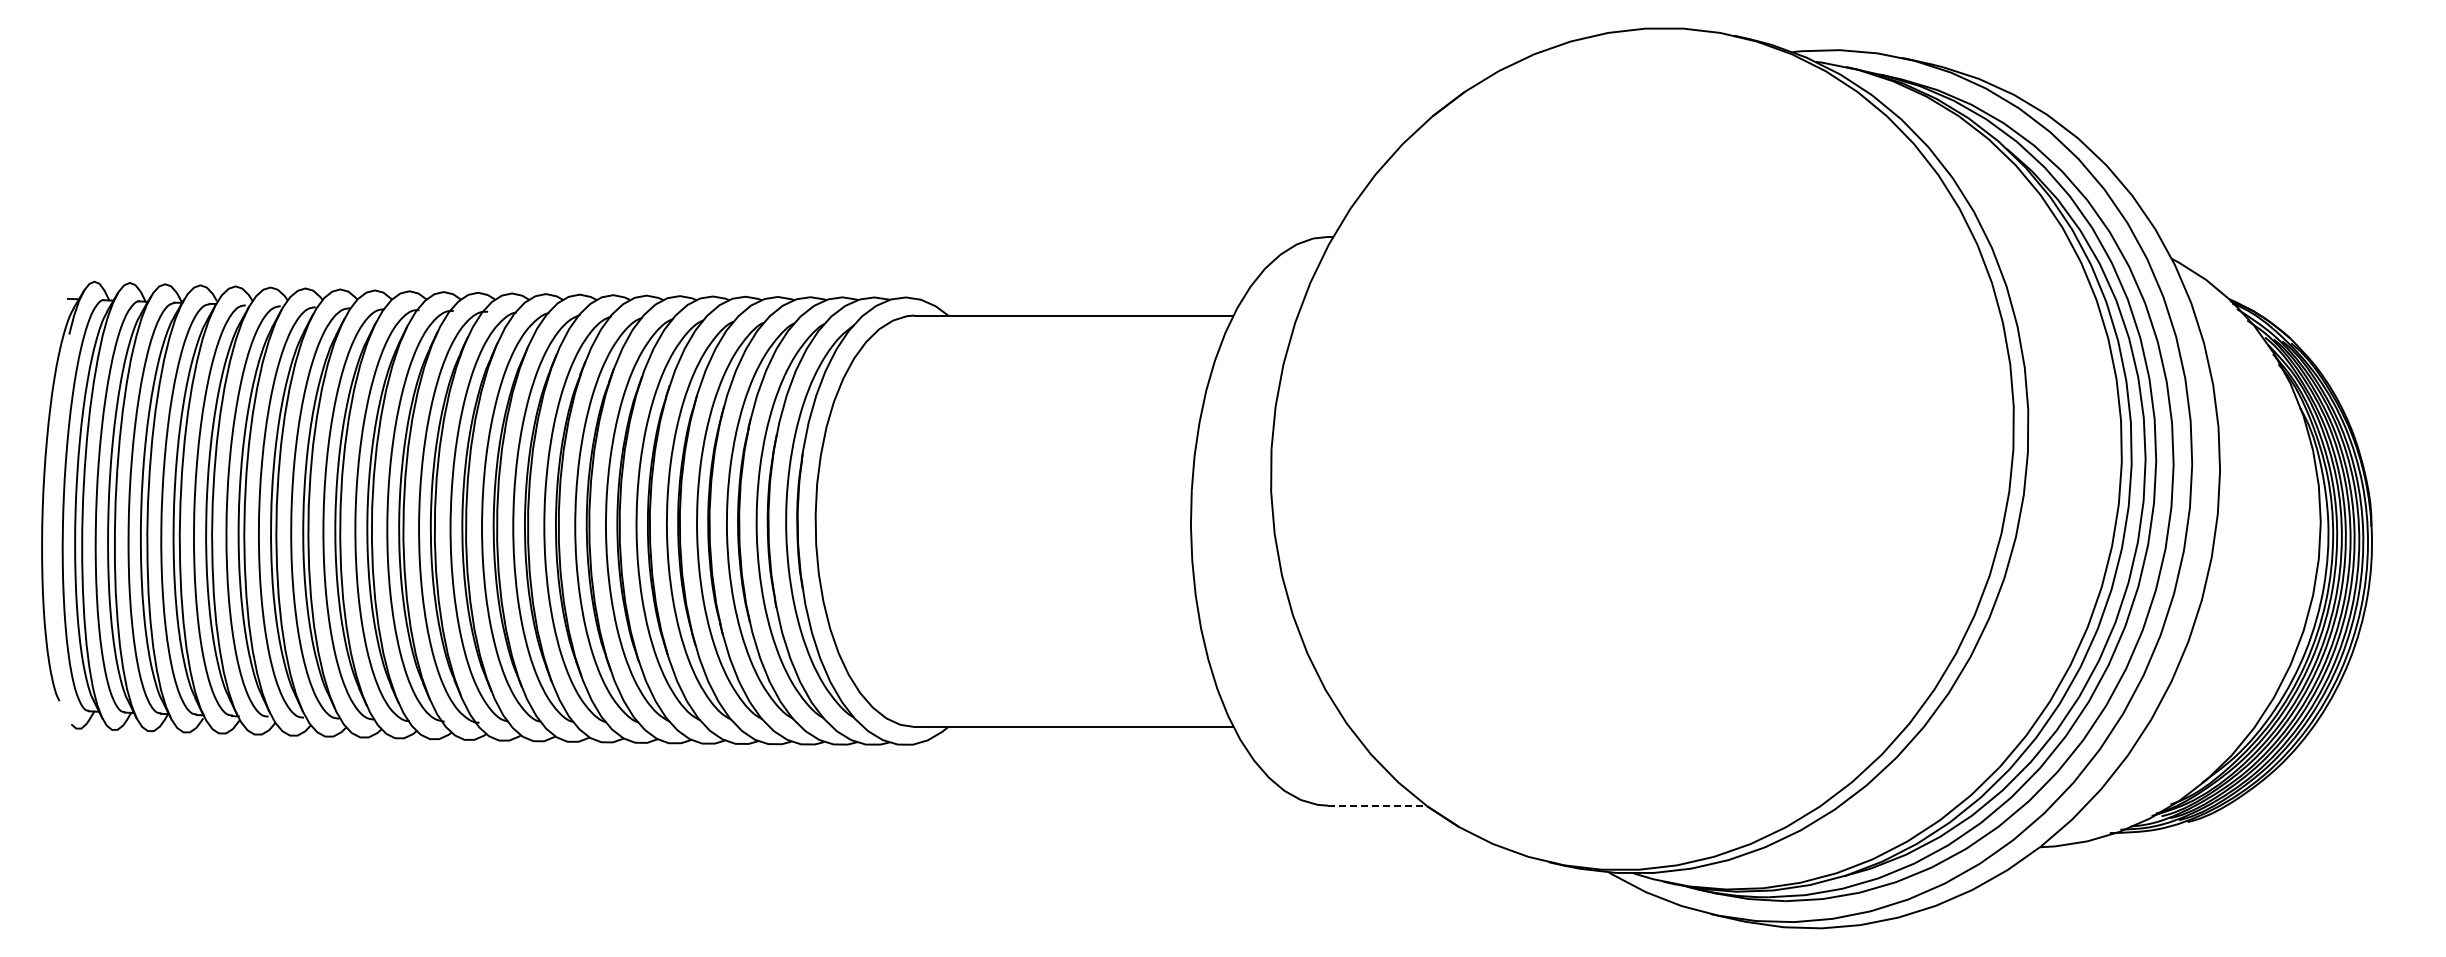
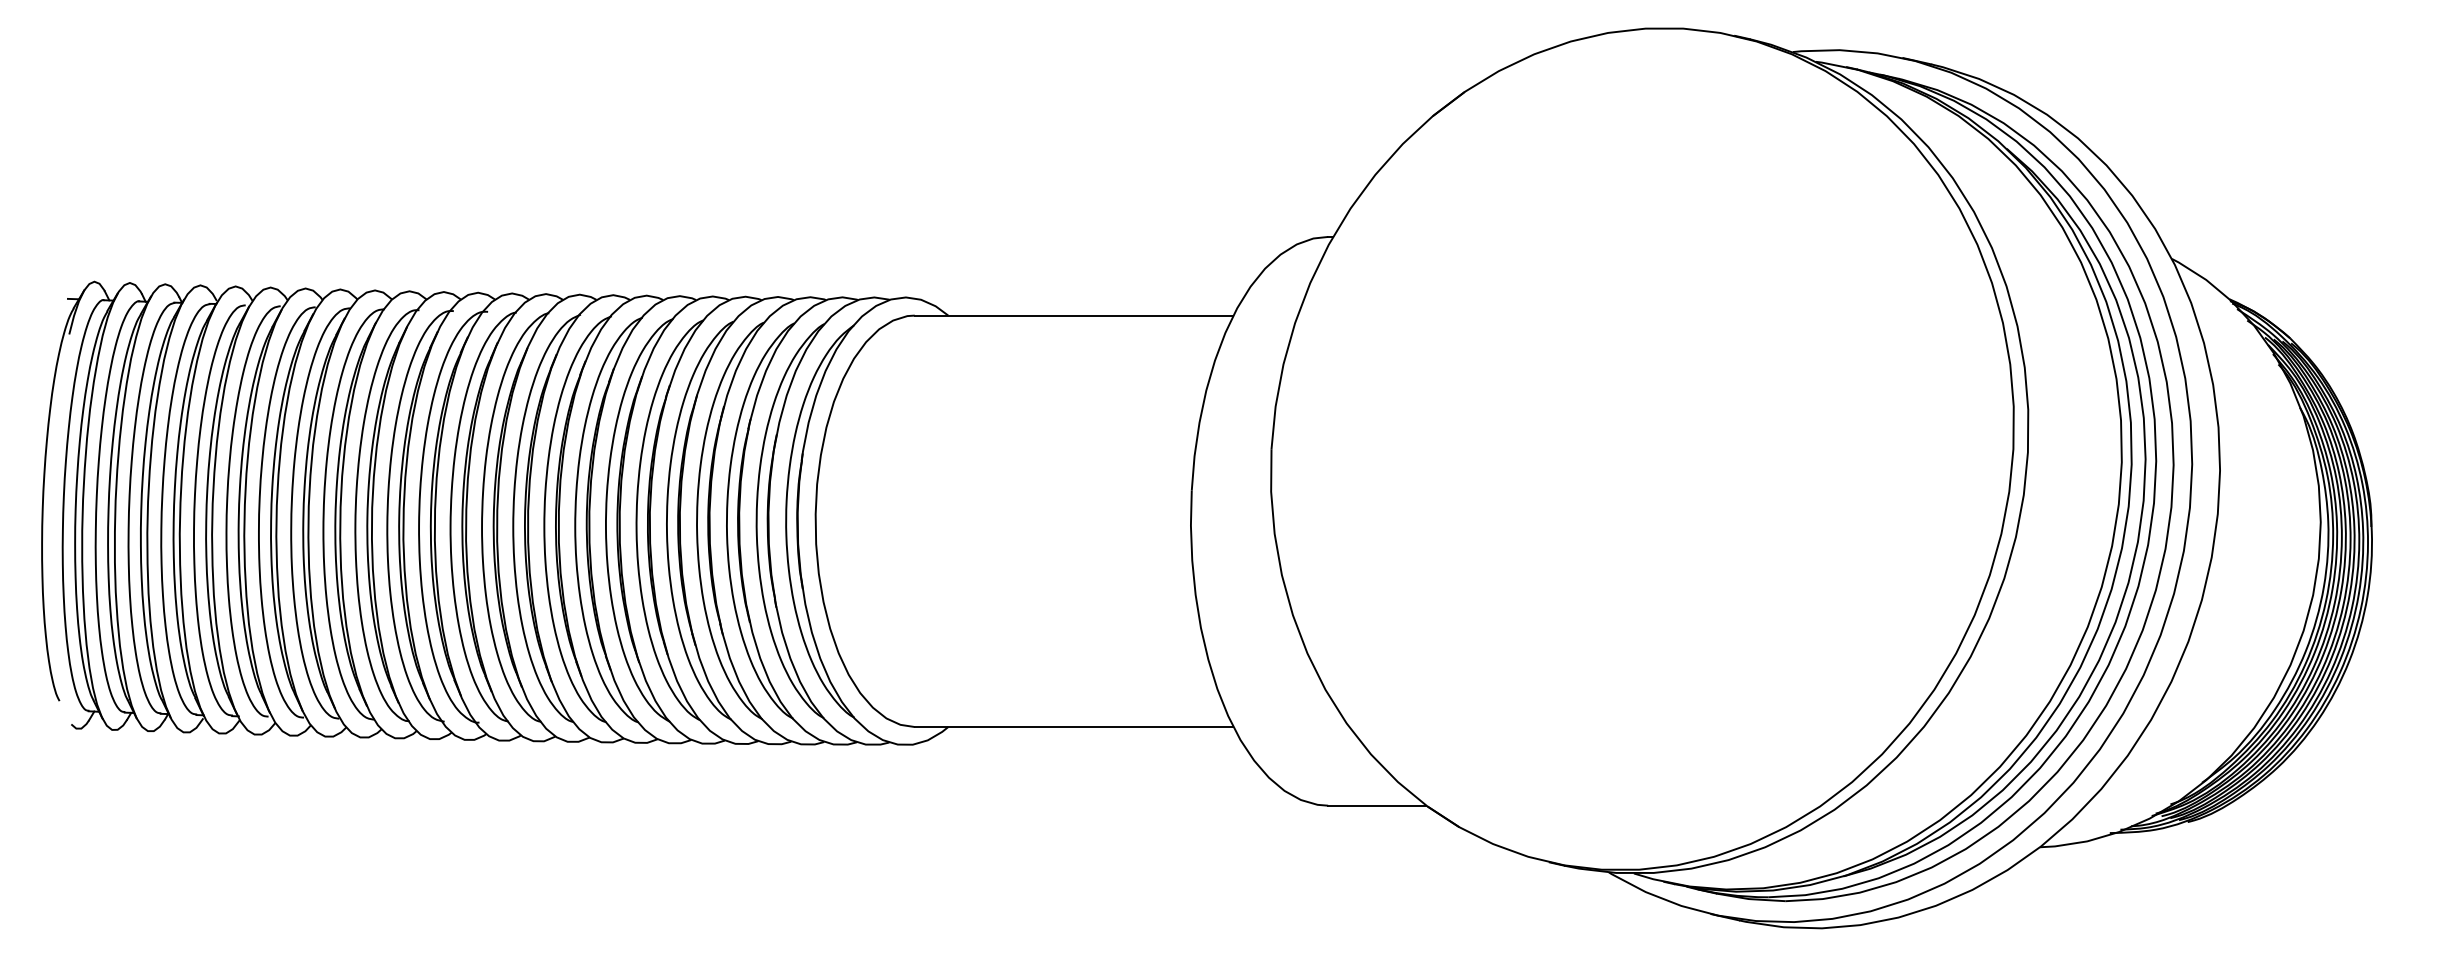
line at (1377, 805): dashed -> solid
